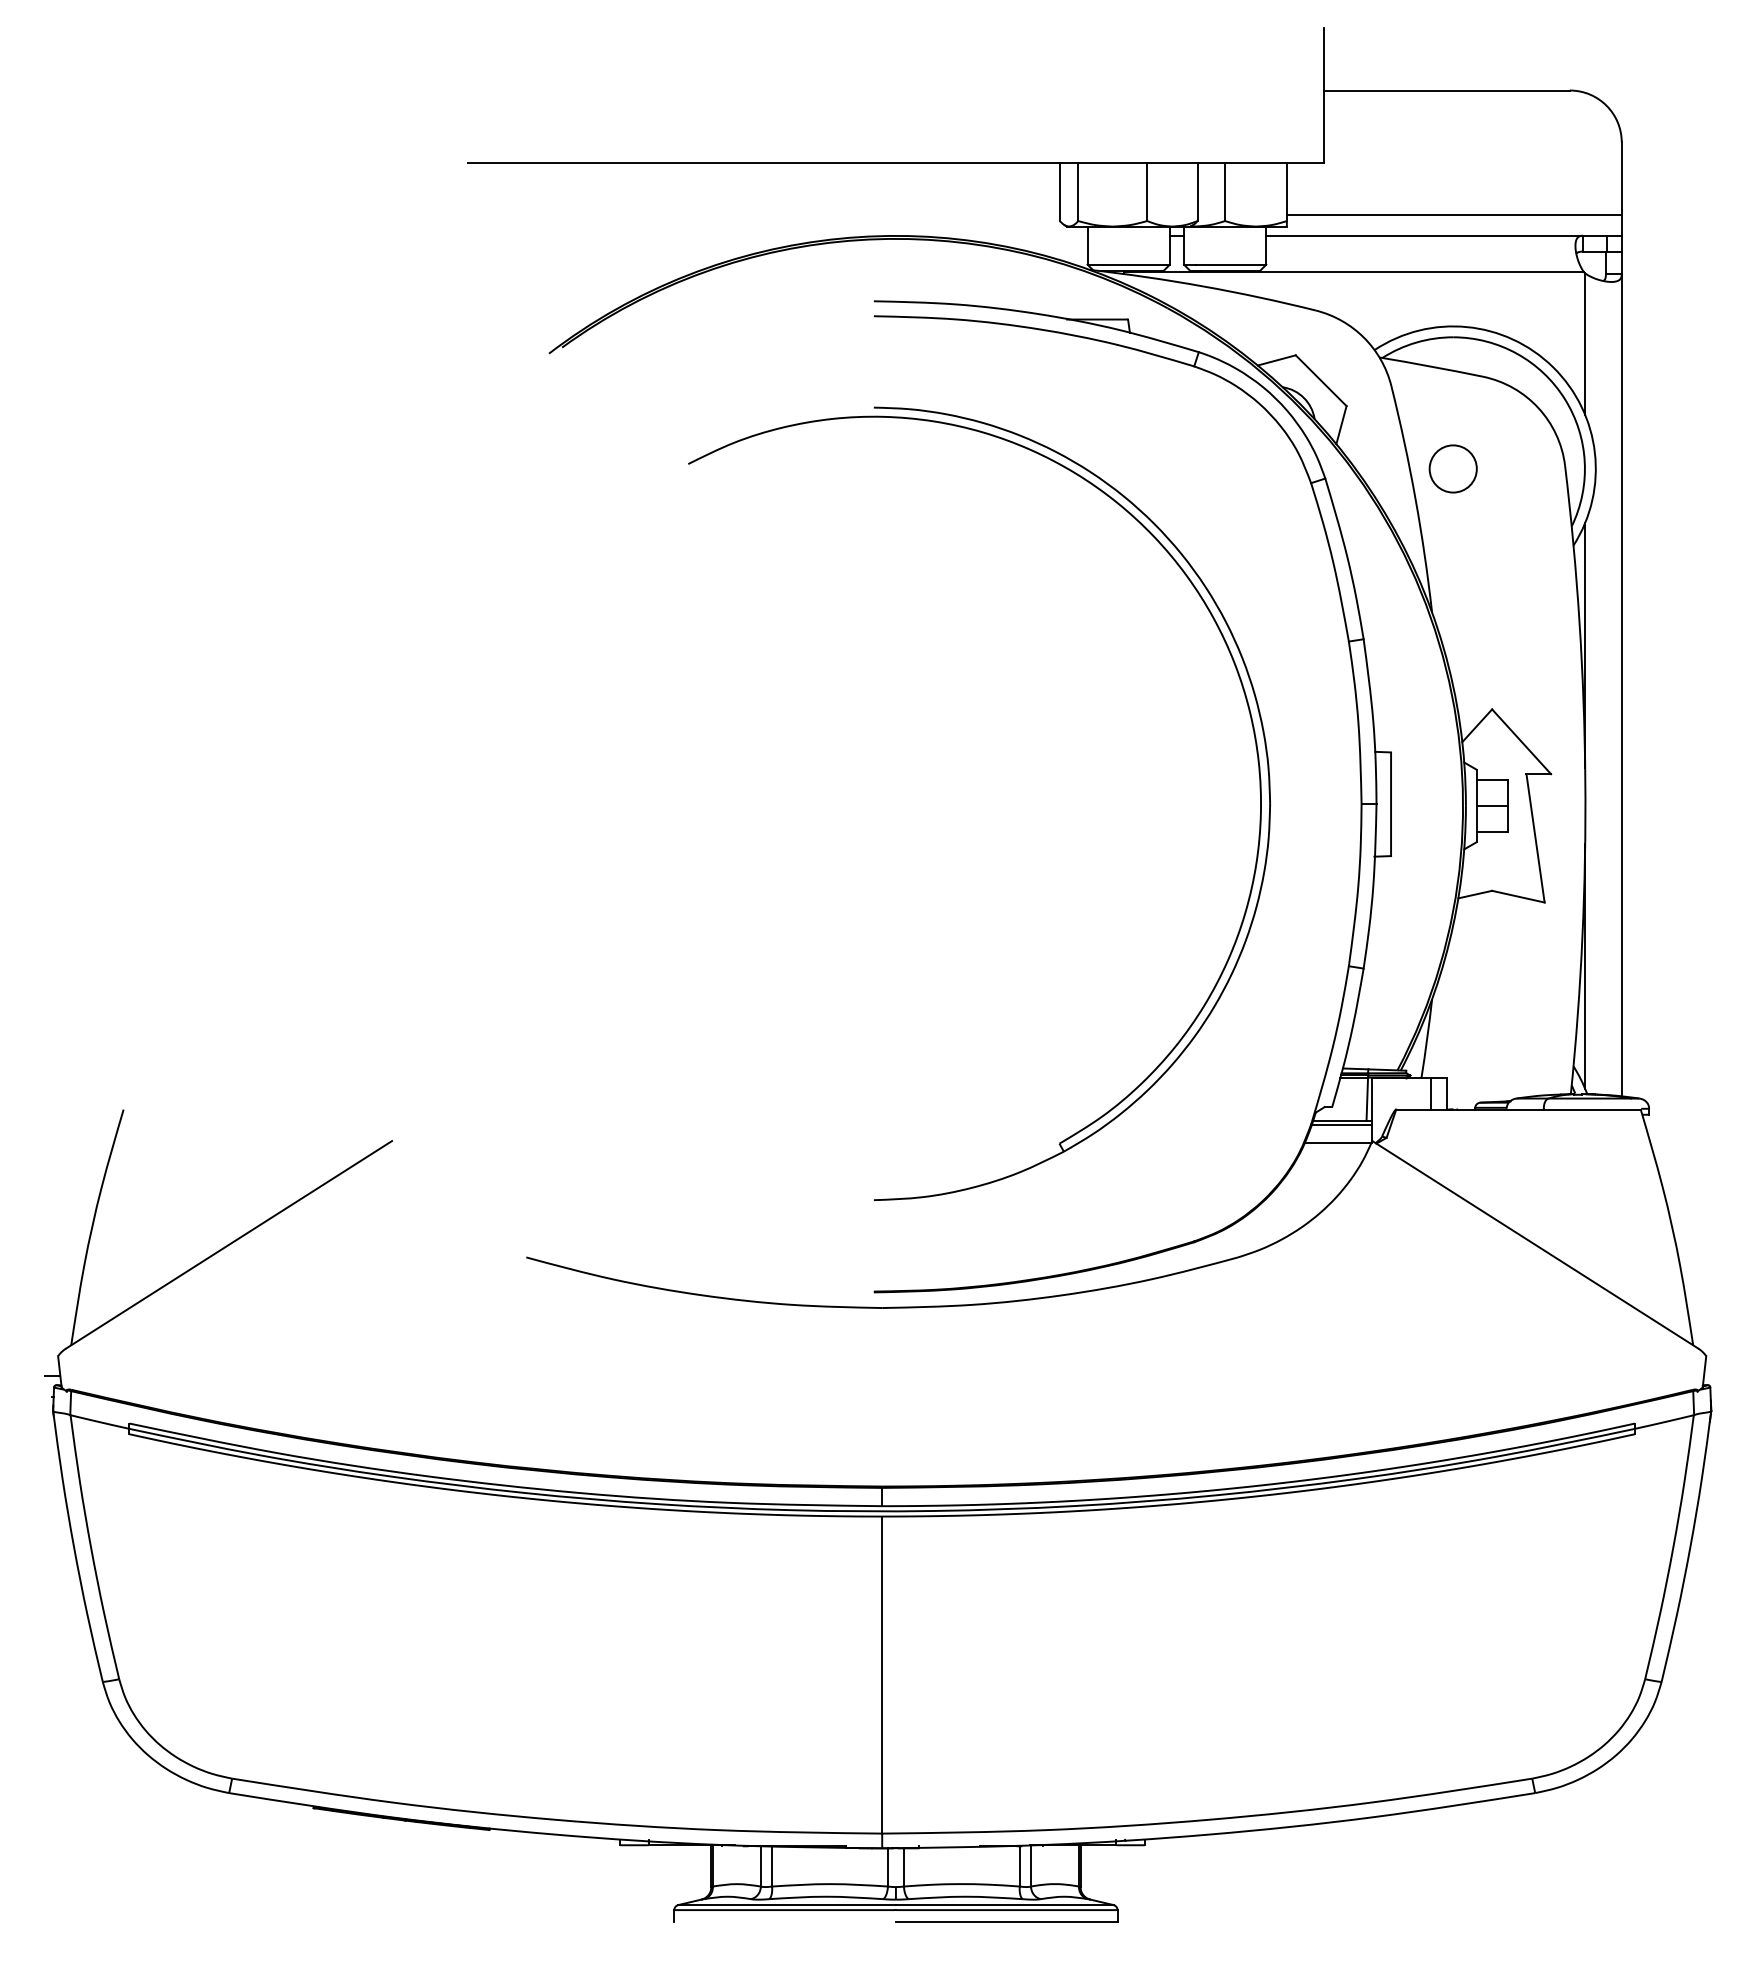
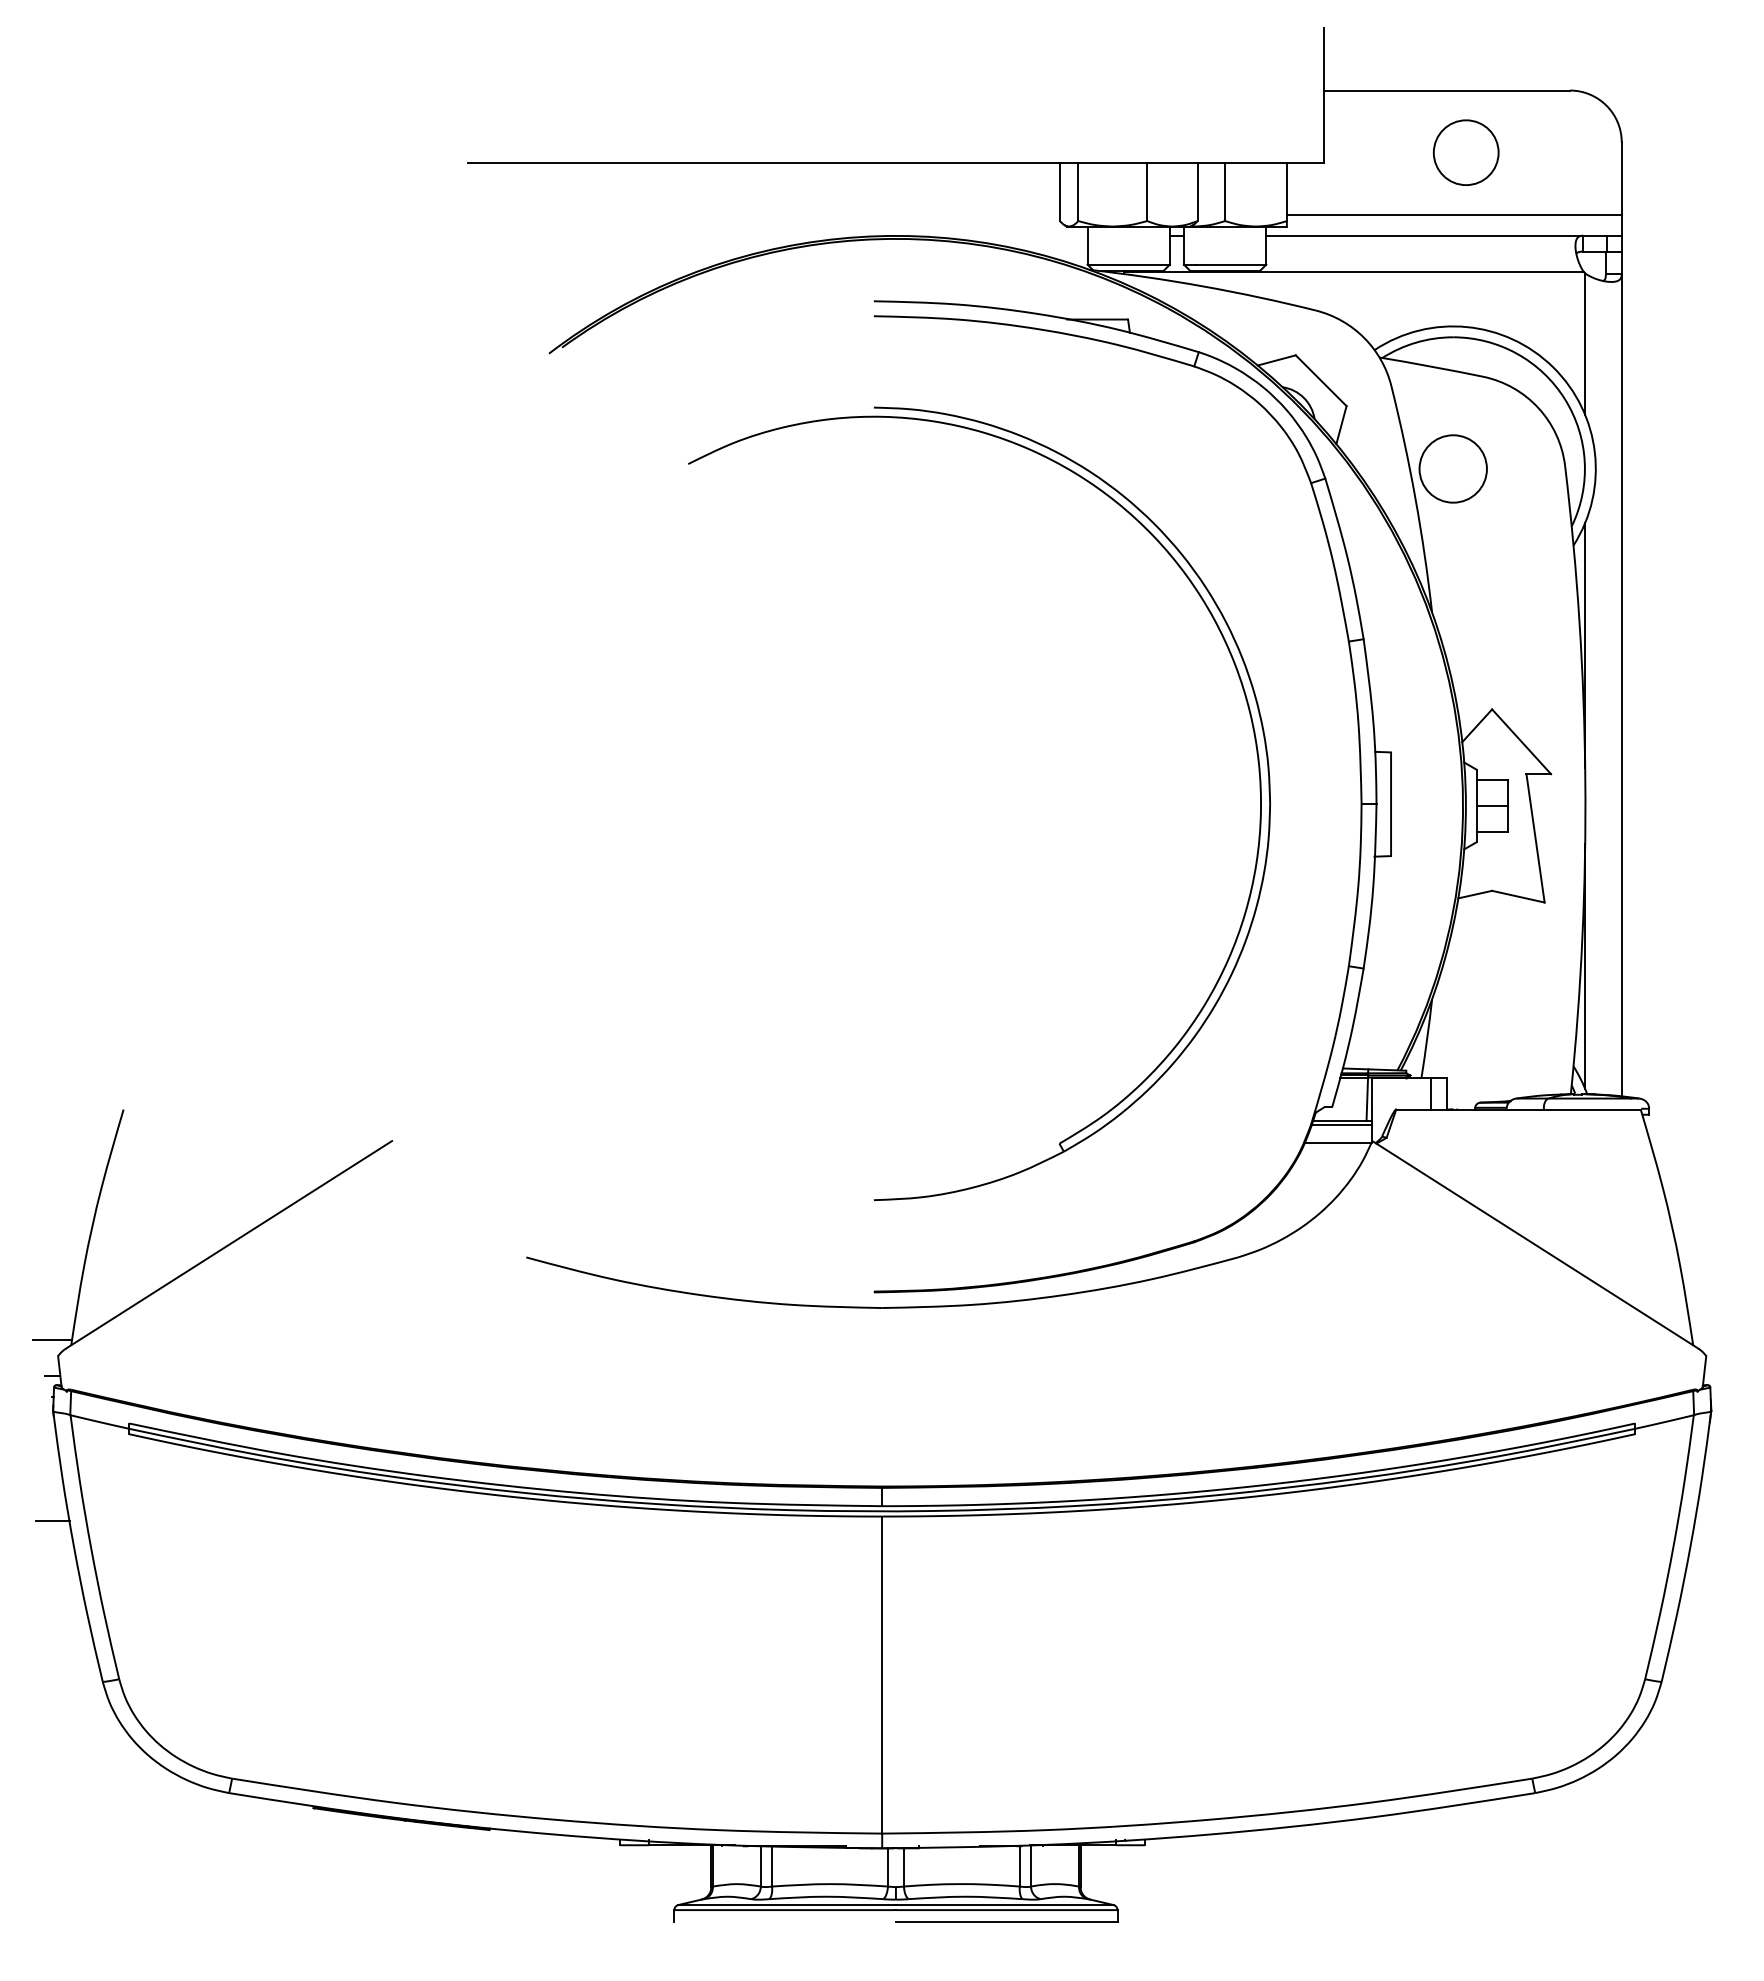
circle at (1465, 152): none -> present
circle at (1452, 468) diameter: 47 px -> 67 px
line at (52, 1339): none -> present
line at (52, 1521): none -> present
